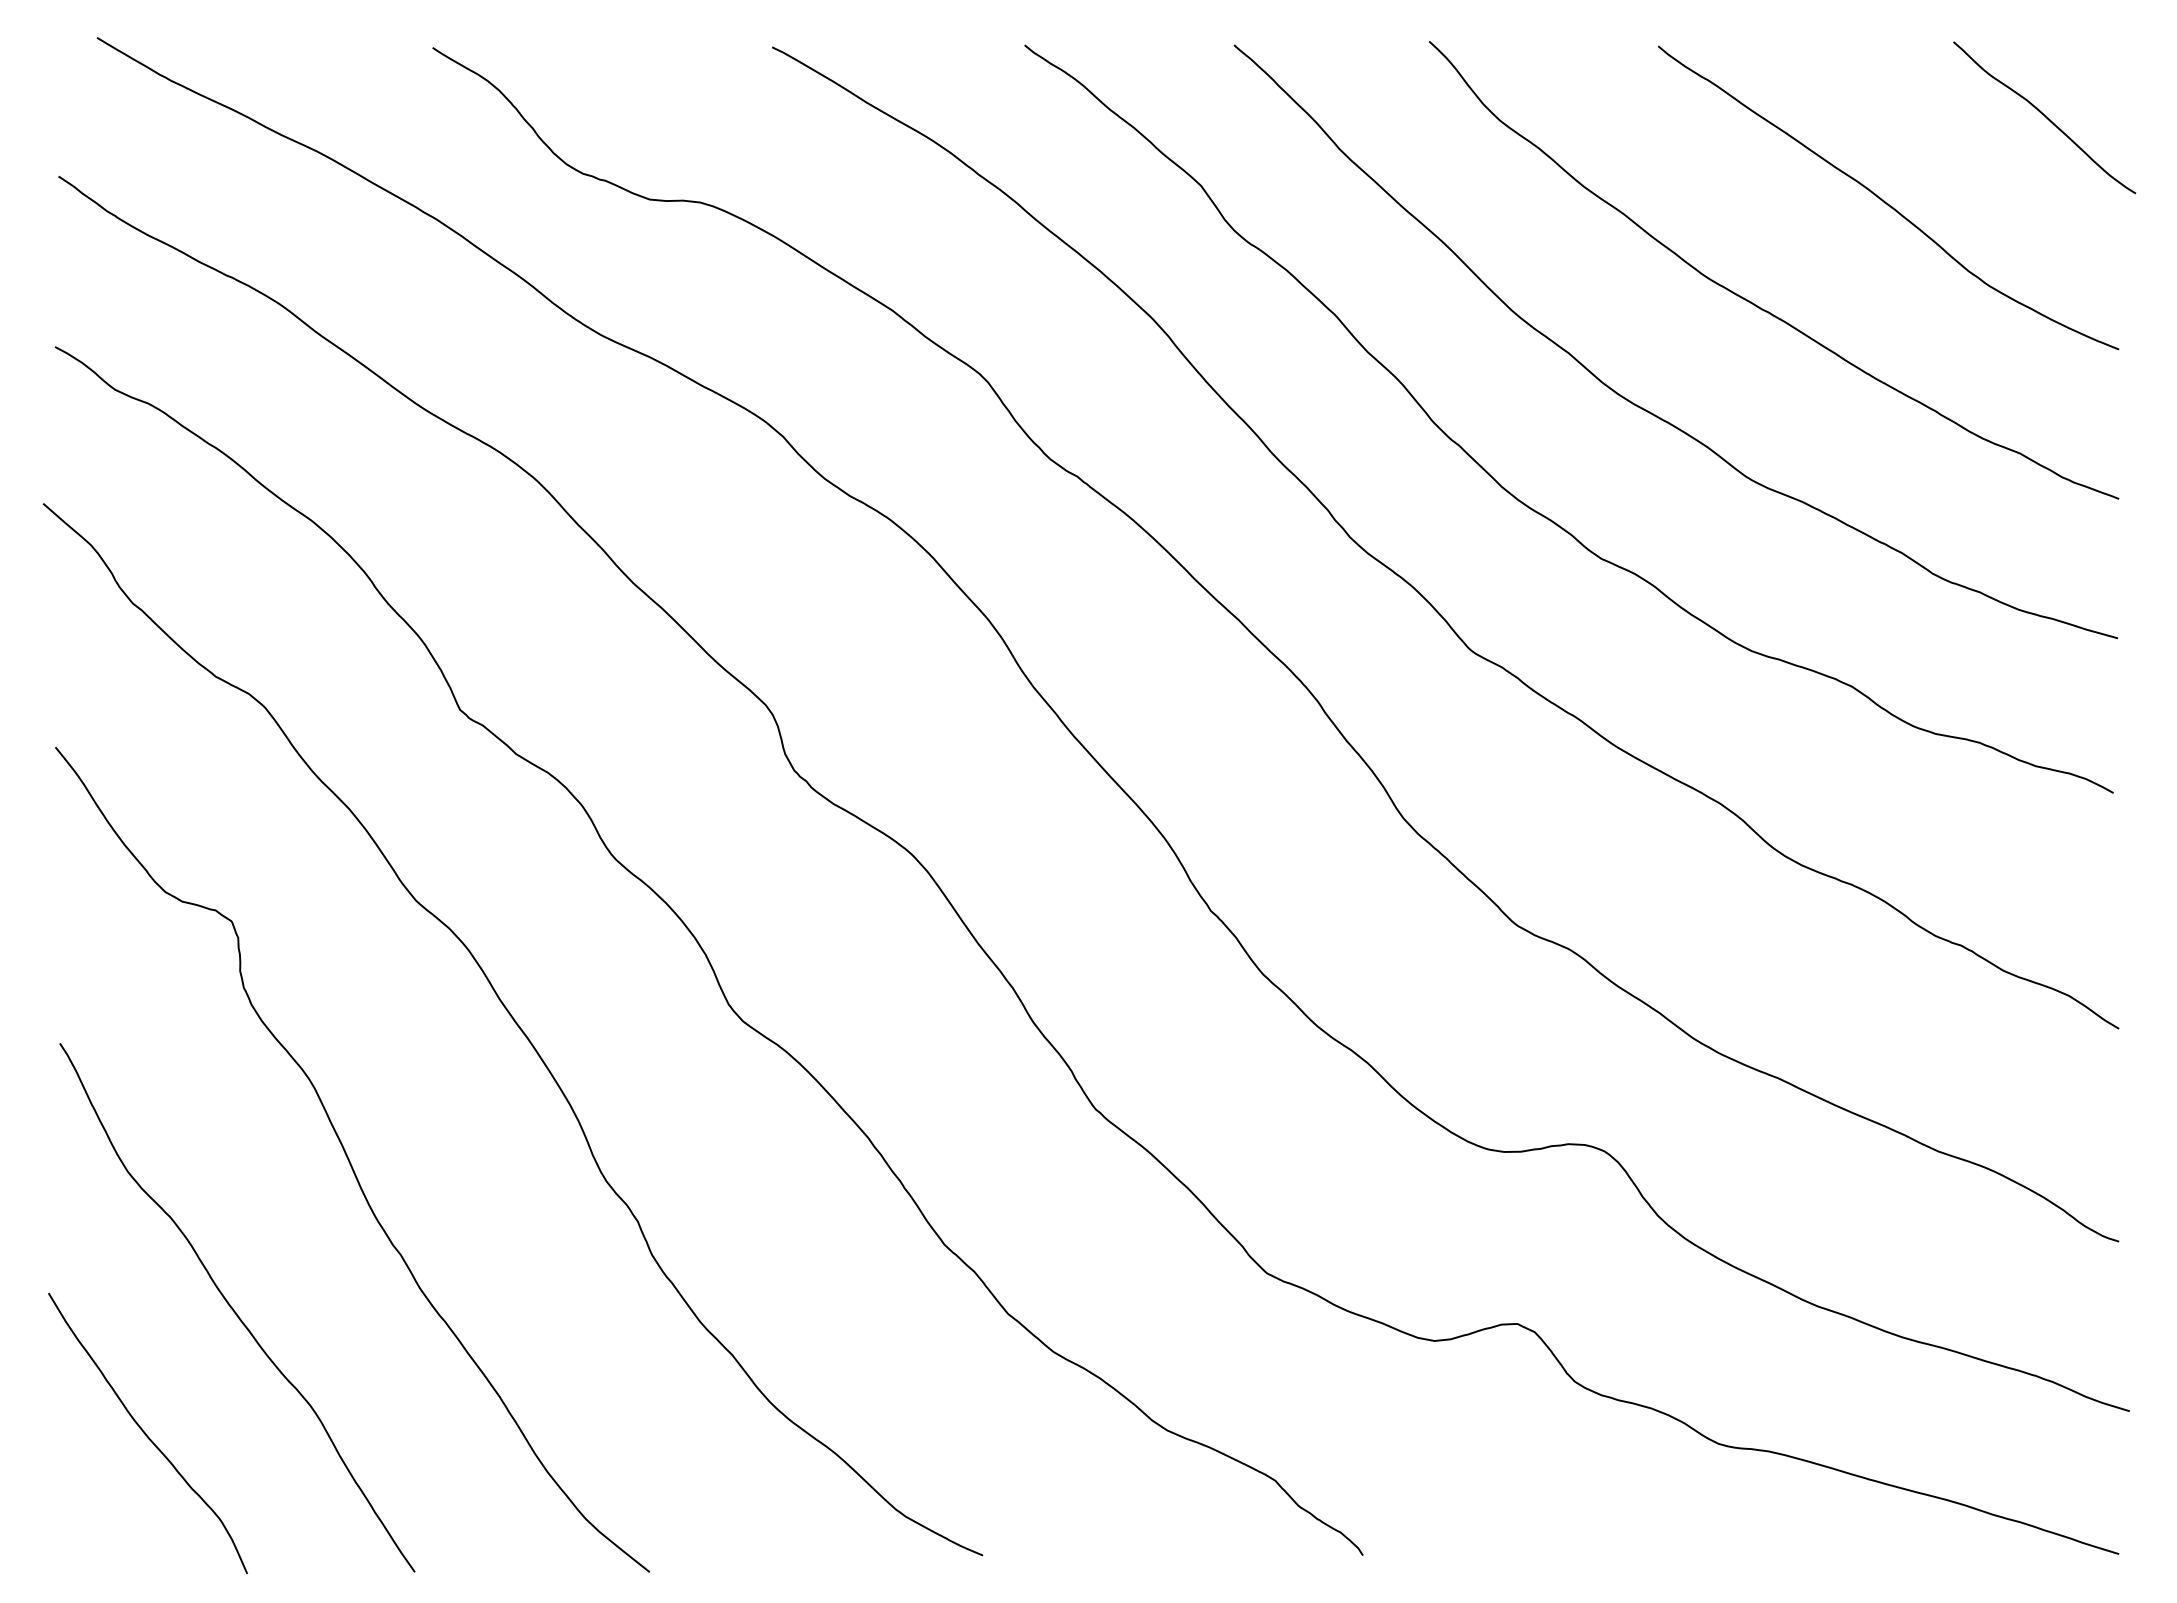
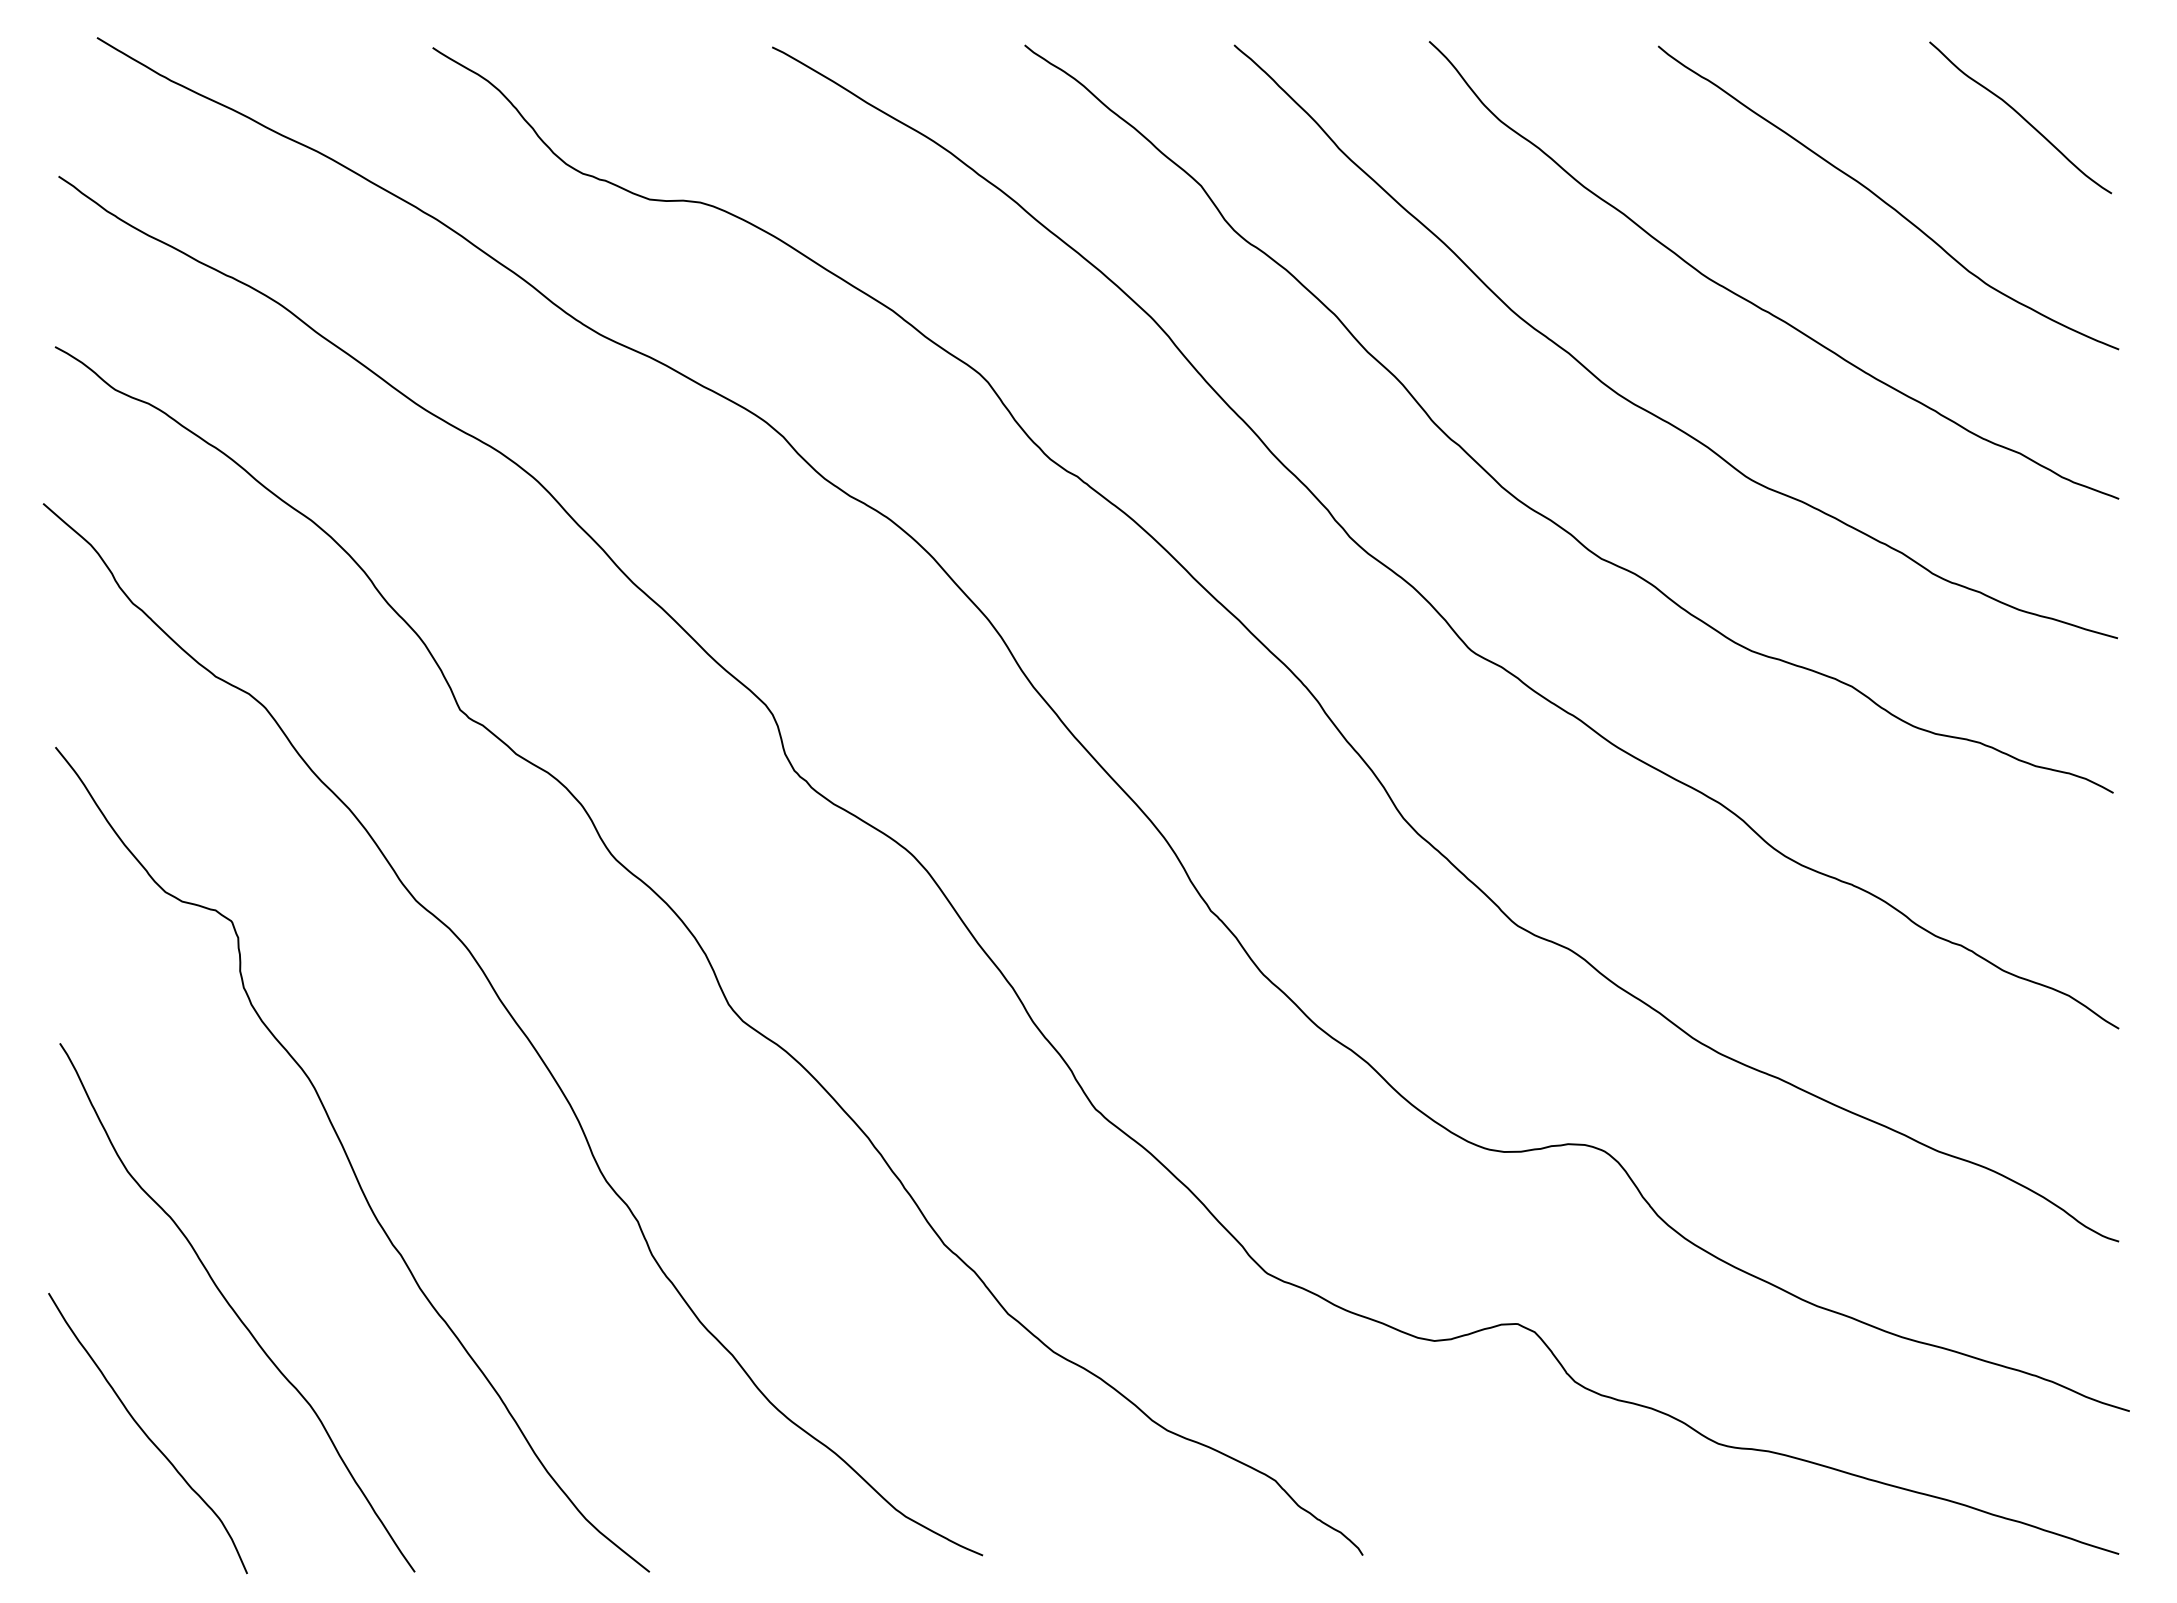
curve at (2044, 116) position: (2044, 116) -> (2020, 116)
